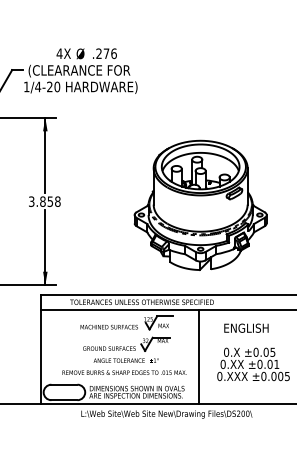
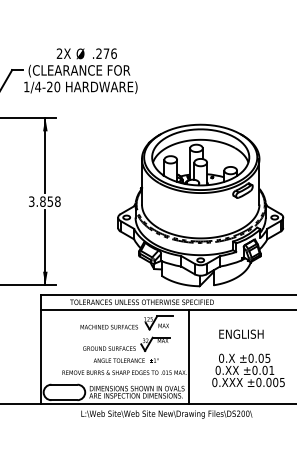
text at (59, 53): 4X -> 2X
part at (200, 204) size: 135x132 px -> 168x165 px
part at (253, 352) position: (253, 352) -> (248, 358)
line at (199, 357) position: (199, 357) -> (189, 357)
